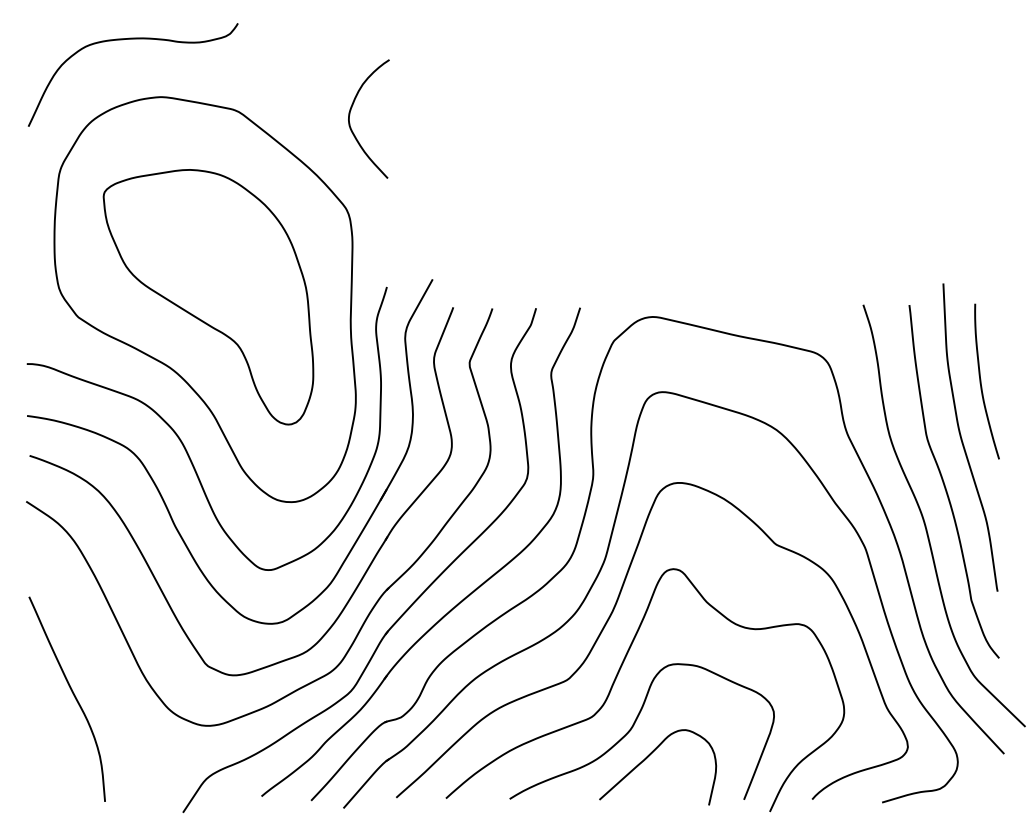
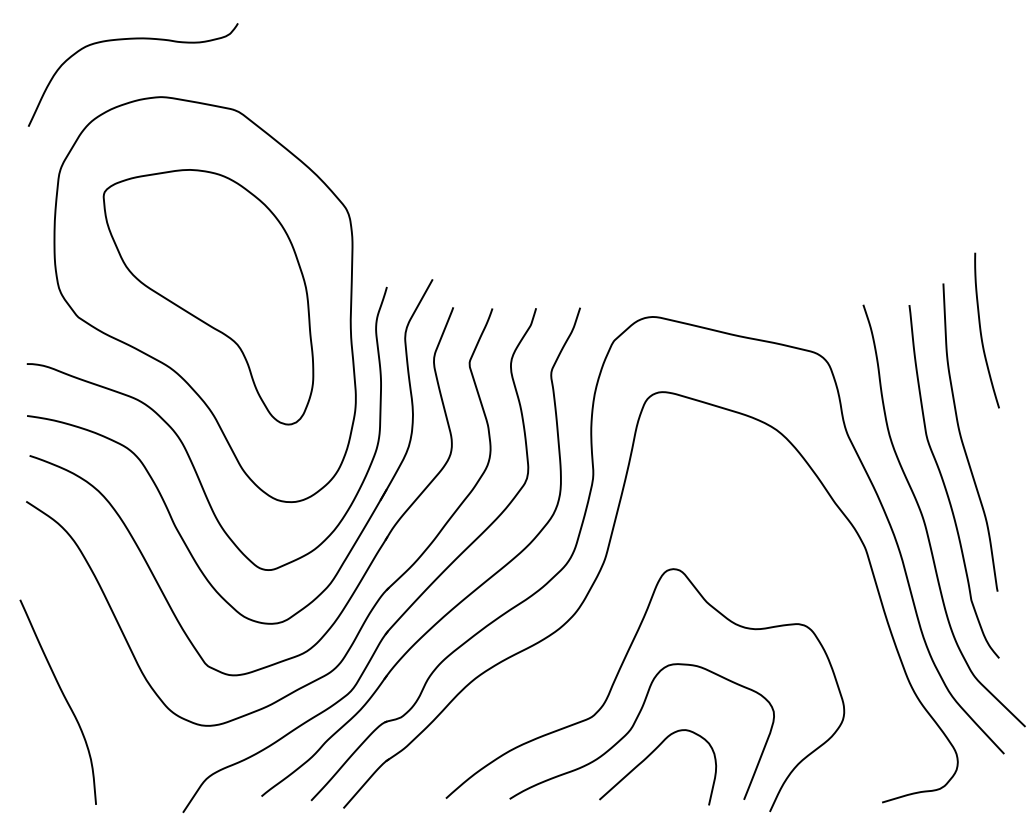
curve at (350, 115): present -> none
curve at (981, 381) position: (981, 381) -> (981, 330)
curve at (612, 614): present -> none
curve at (72, 694) position: (72, 694) -> (63, 697)
